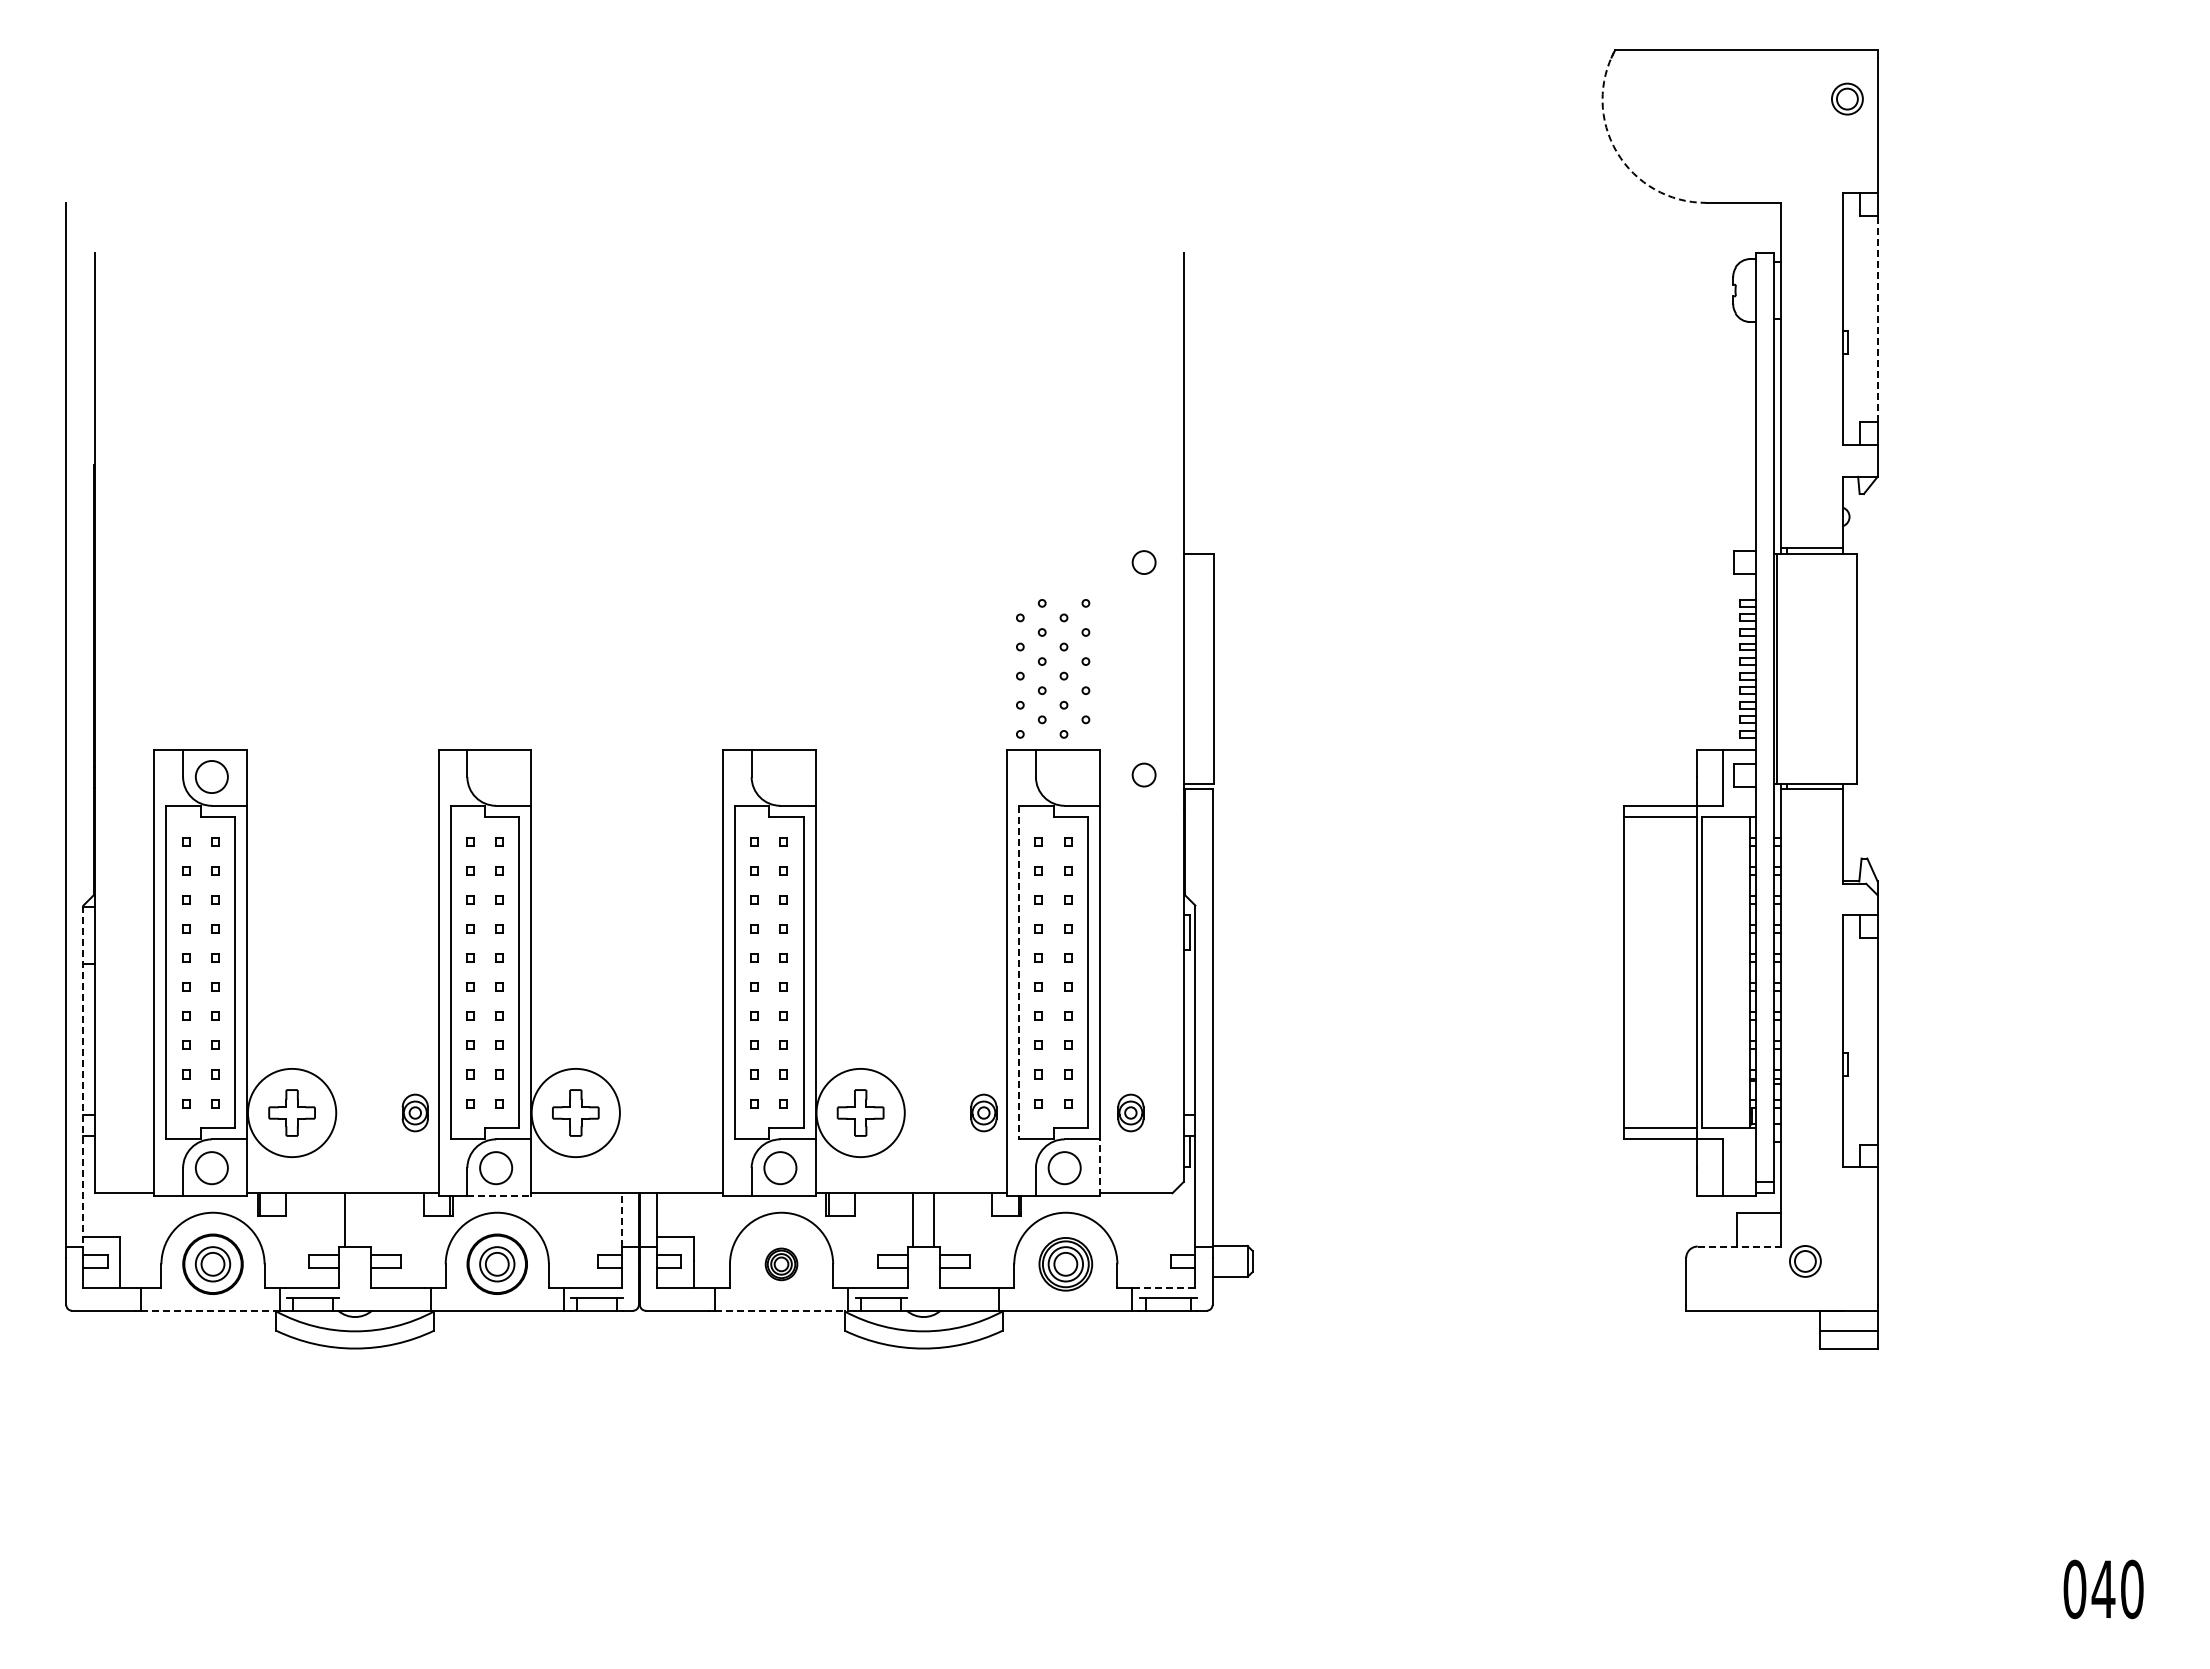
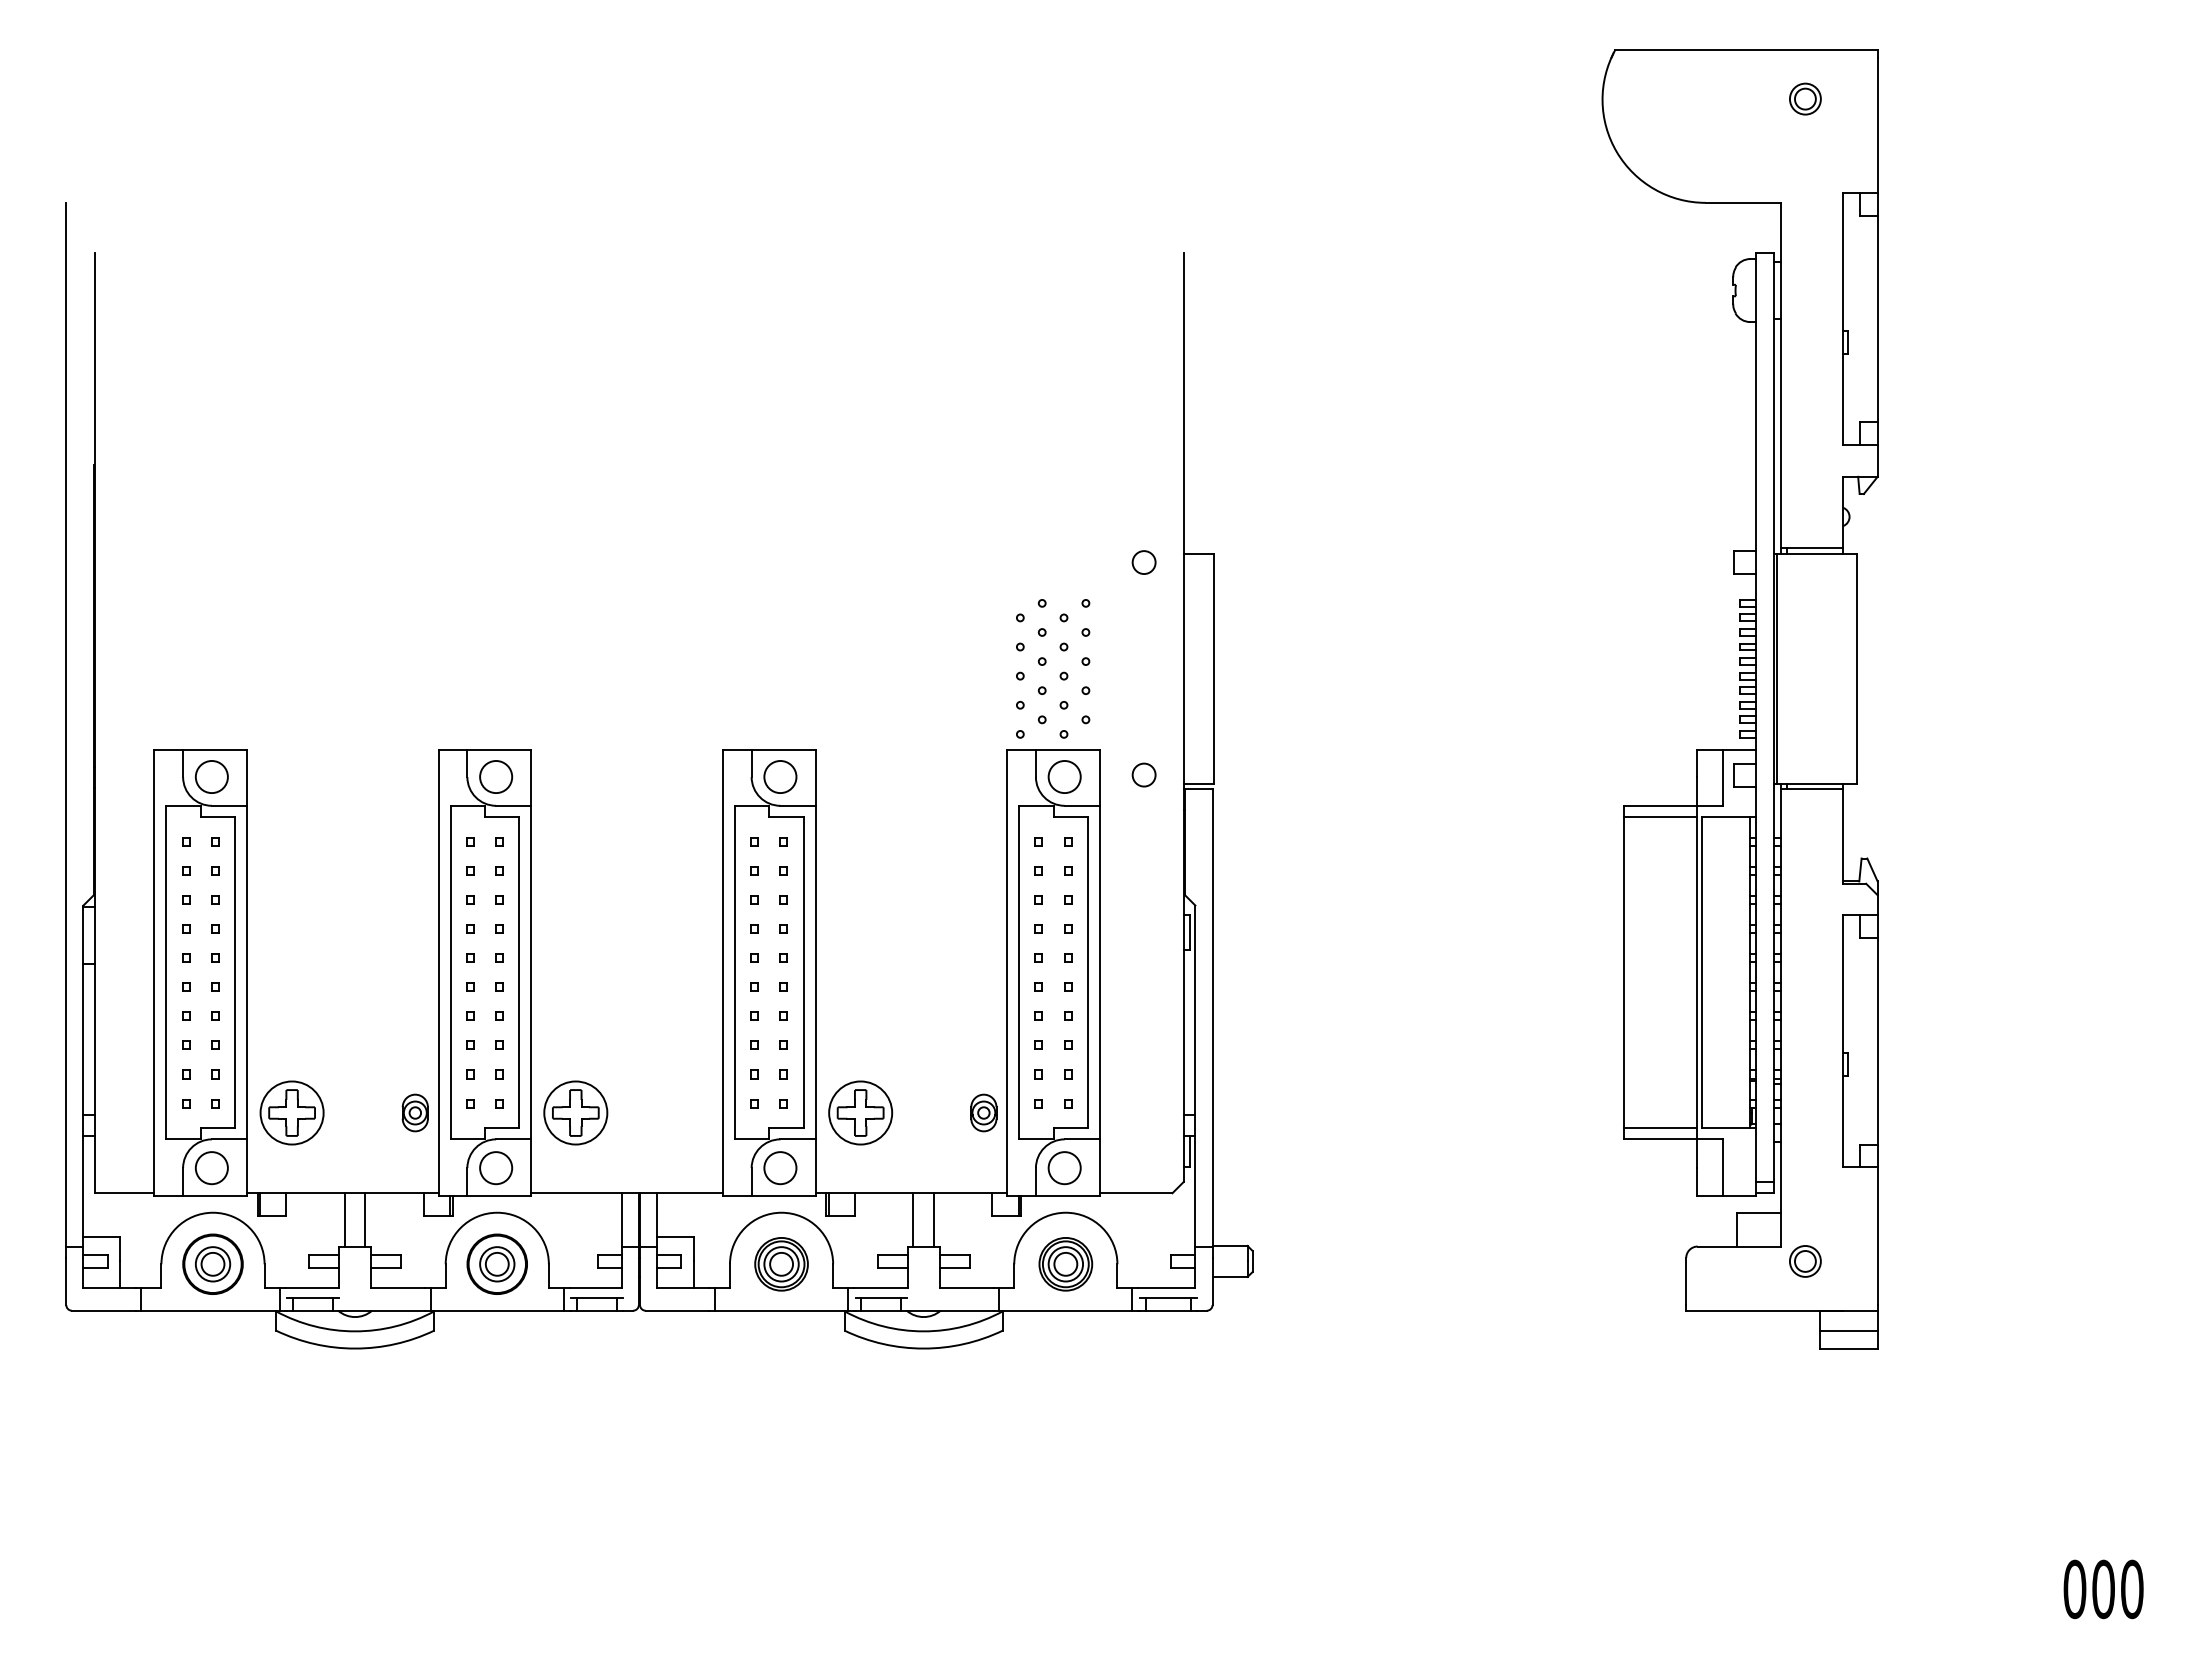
part at (1847, 98) position: (1847, 98) -> (1805, 98)
arc at (1616, 152): dashed -> solid
line at (1877, 318): dashed -> solid
circle at (496, 776): none -> present
circle at (780, 776): none -> present
circle at (1064, 776): none -> present
line at (1019, 972): dashed -> solid
line at (83, 1076): dashed -> solid
circle at (291, 1112) diameter: 88 px -> 63 px
circle at (575, 1112) diameter: 88 px -> 63 px
circle at (860, 1112) diameter: 88 px -> 63 px
part at (1130, 1112): present -> none
line at (1100, 1166): dashed -> solid
line at (499, 1195): dashed -> solid
line at (365, 1219): none -> present
line at (621, 1219): dashed -> solid
line at (1739, 1246): dashed -> solid
part at (781, 1264) size: 35x35 px -> 55x55 px
line at (1166, 1287): dashed -> solid
line at (210, 1310): dashed -> solid
line at (782, 1310): dashed -> solid
text at (2103, 1589): 040 -> 000
